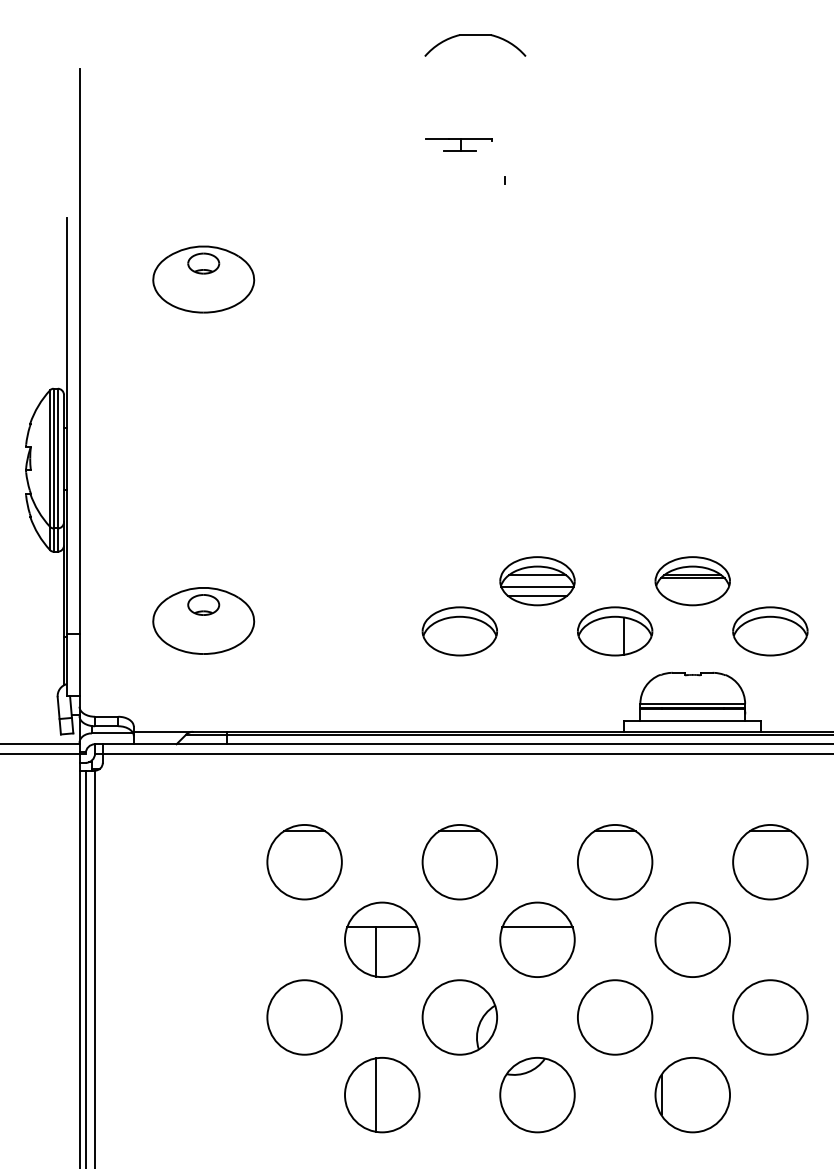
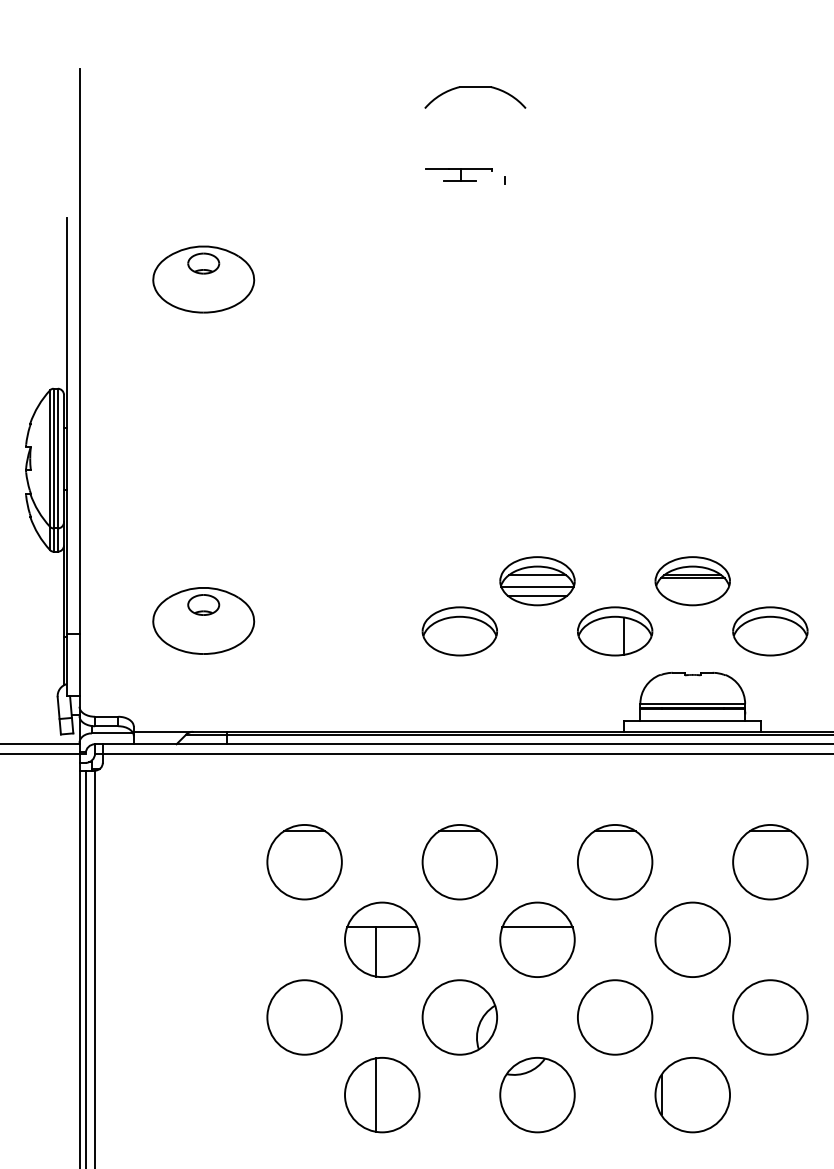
part at (475, 35) position: (475, 35) -> (475, 87)
part at (458, 144) position: (458, 144) -> (458, 174)
